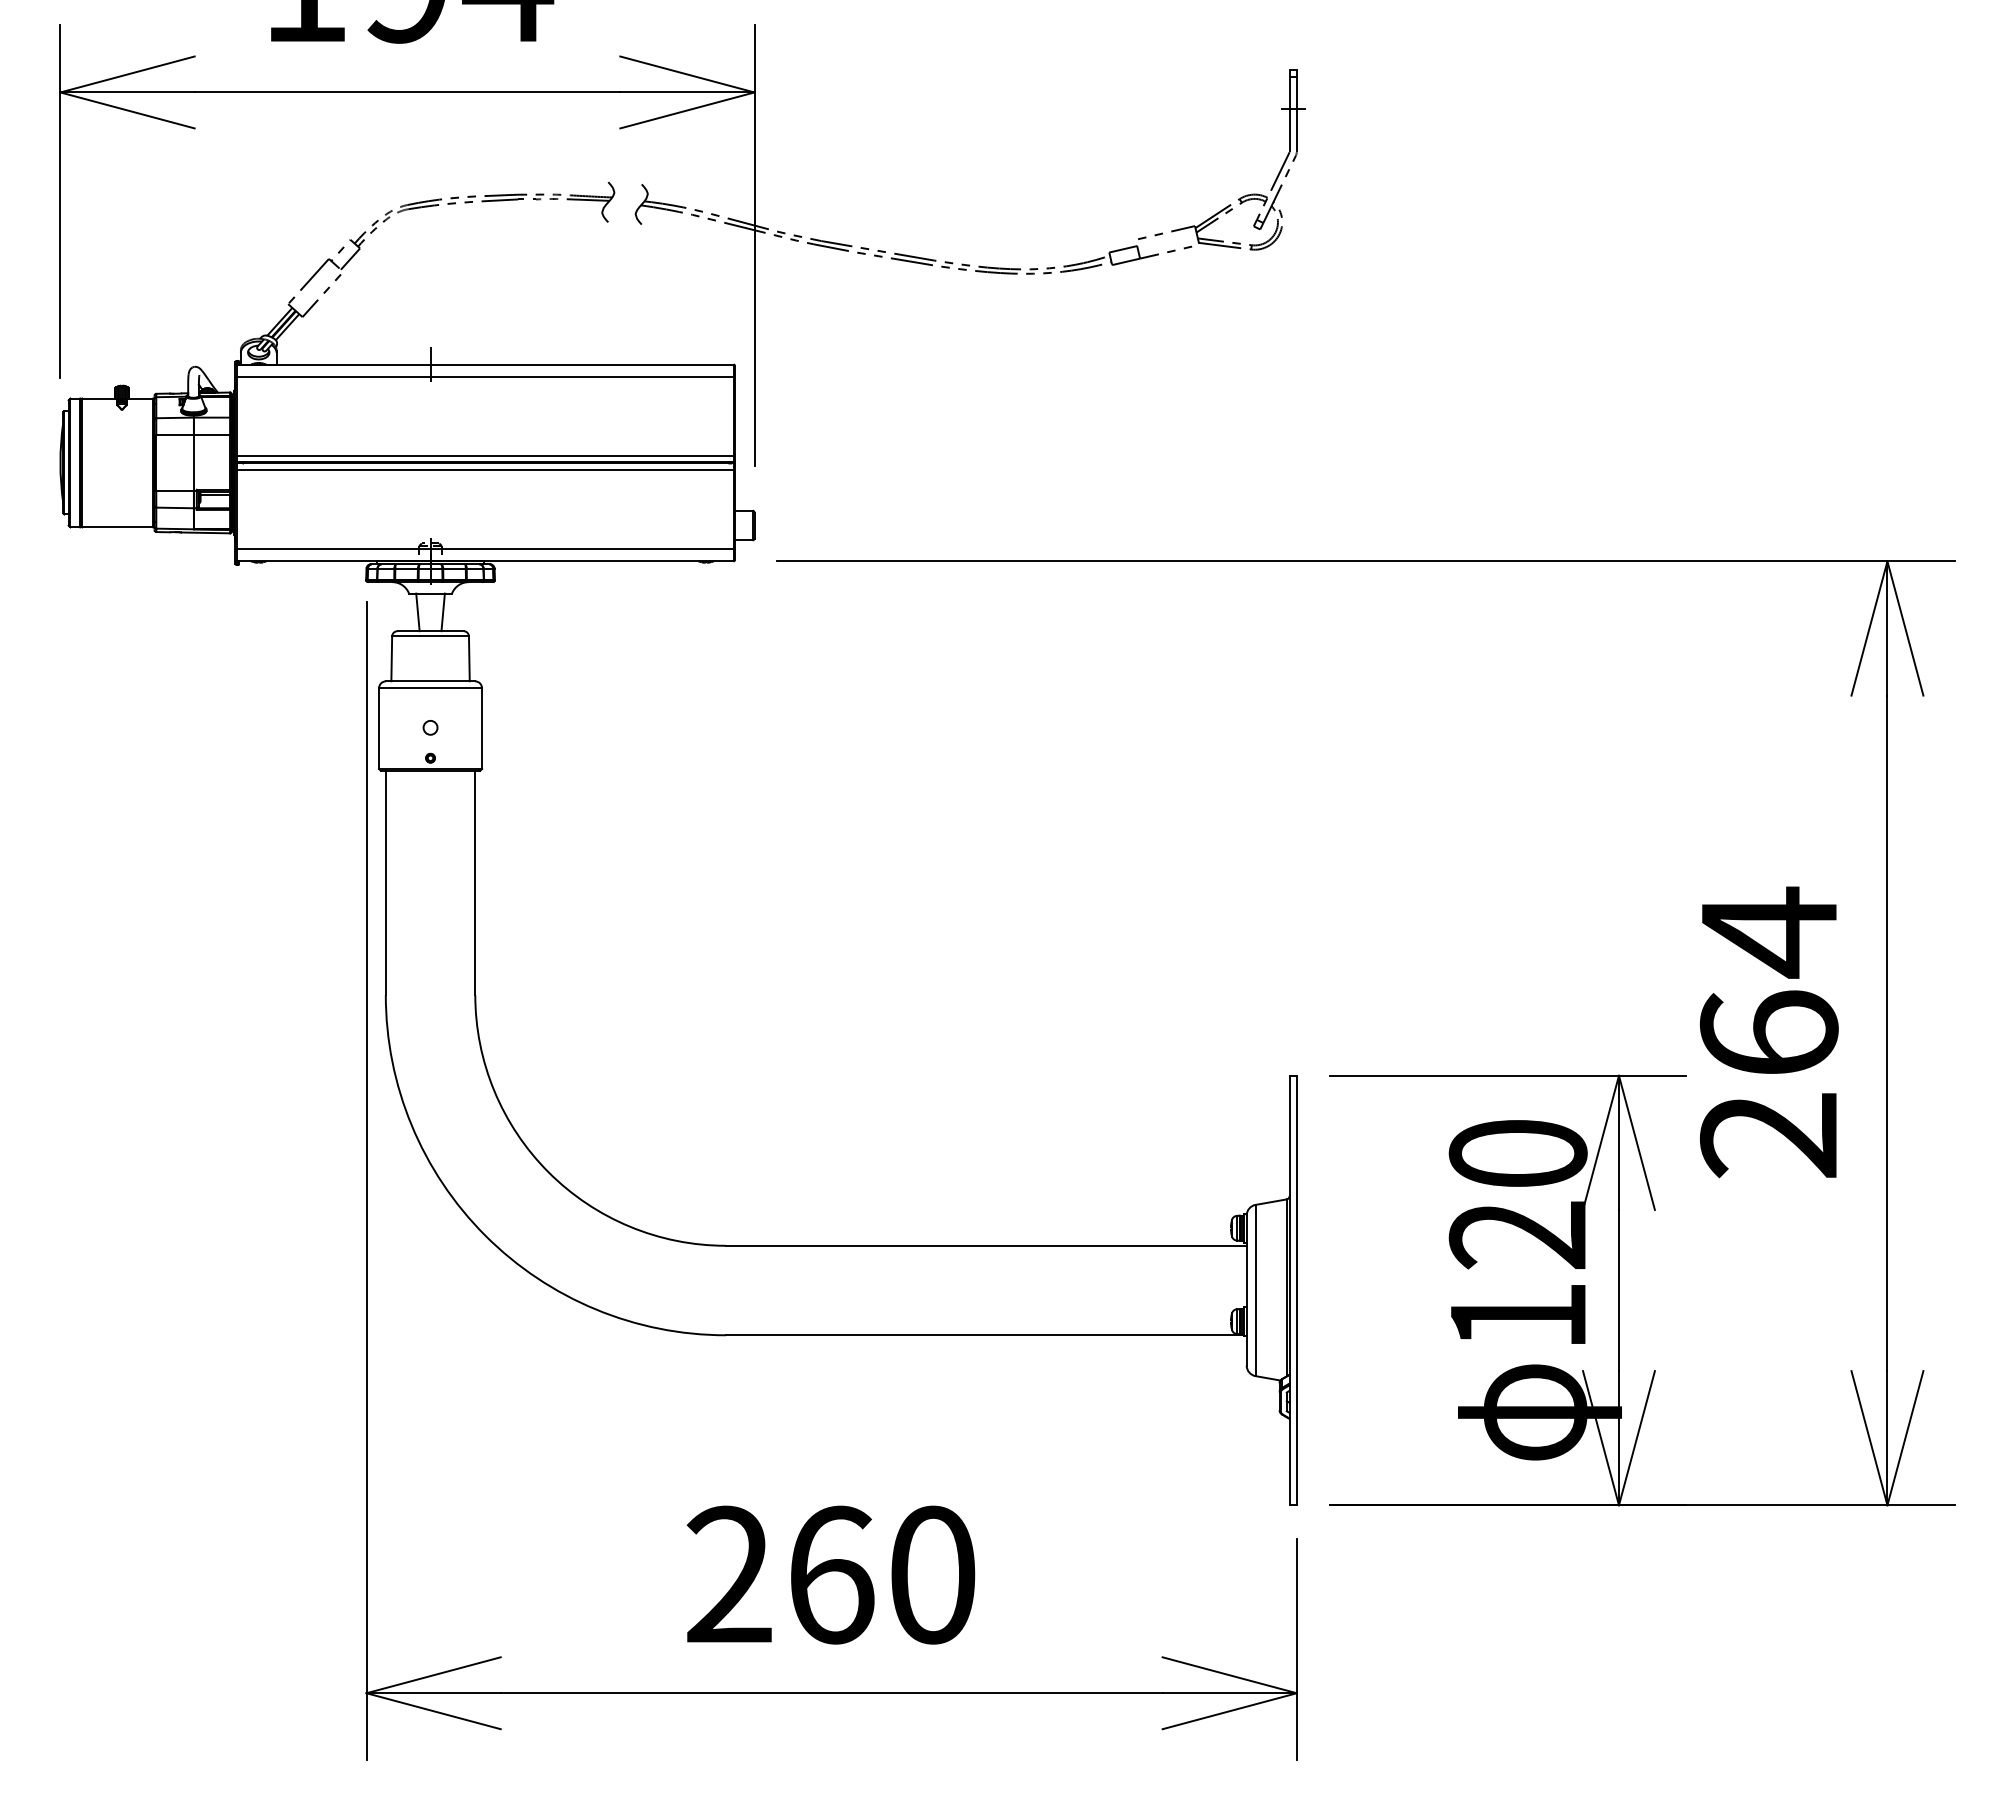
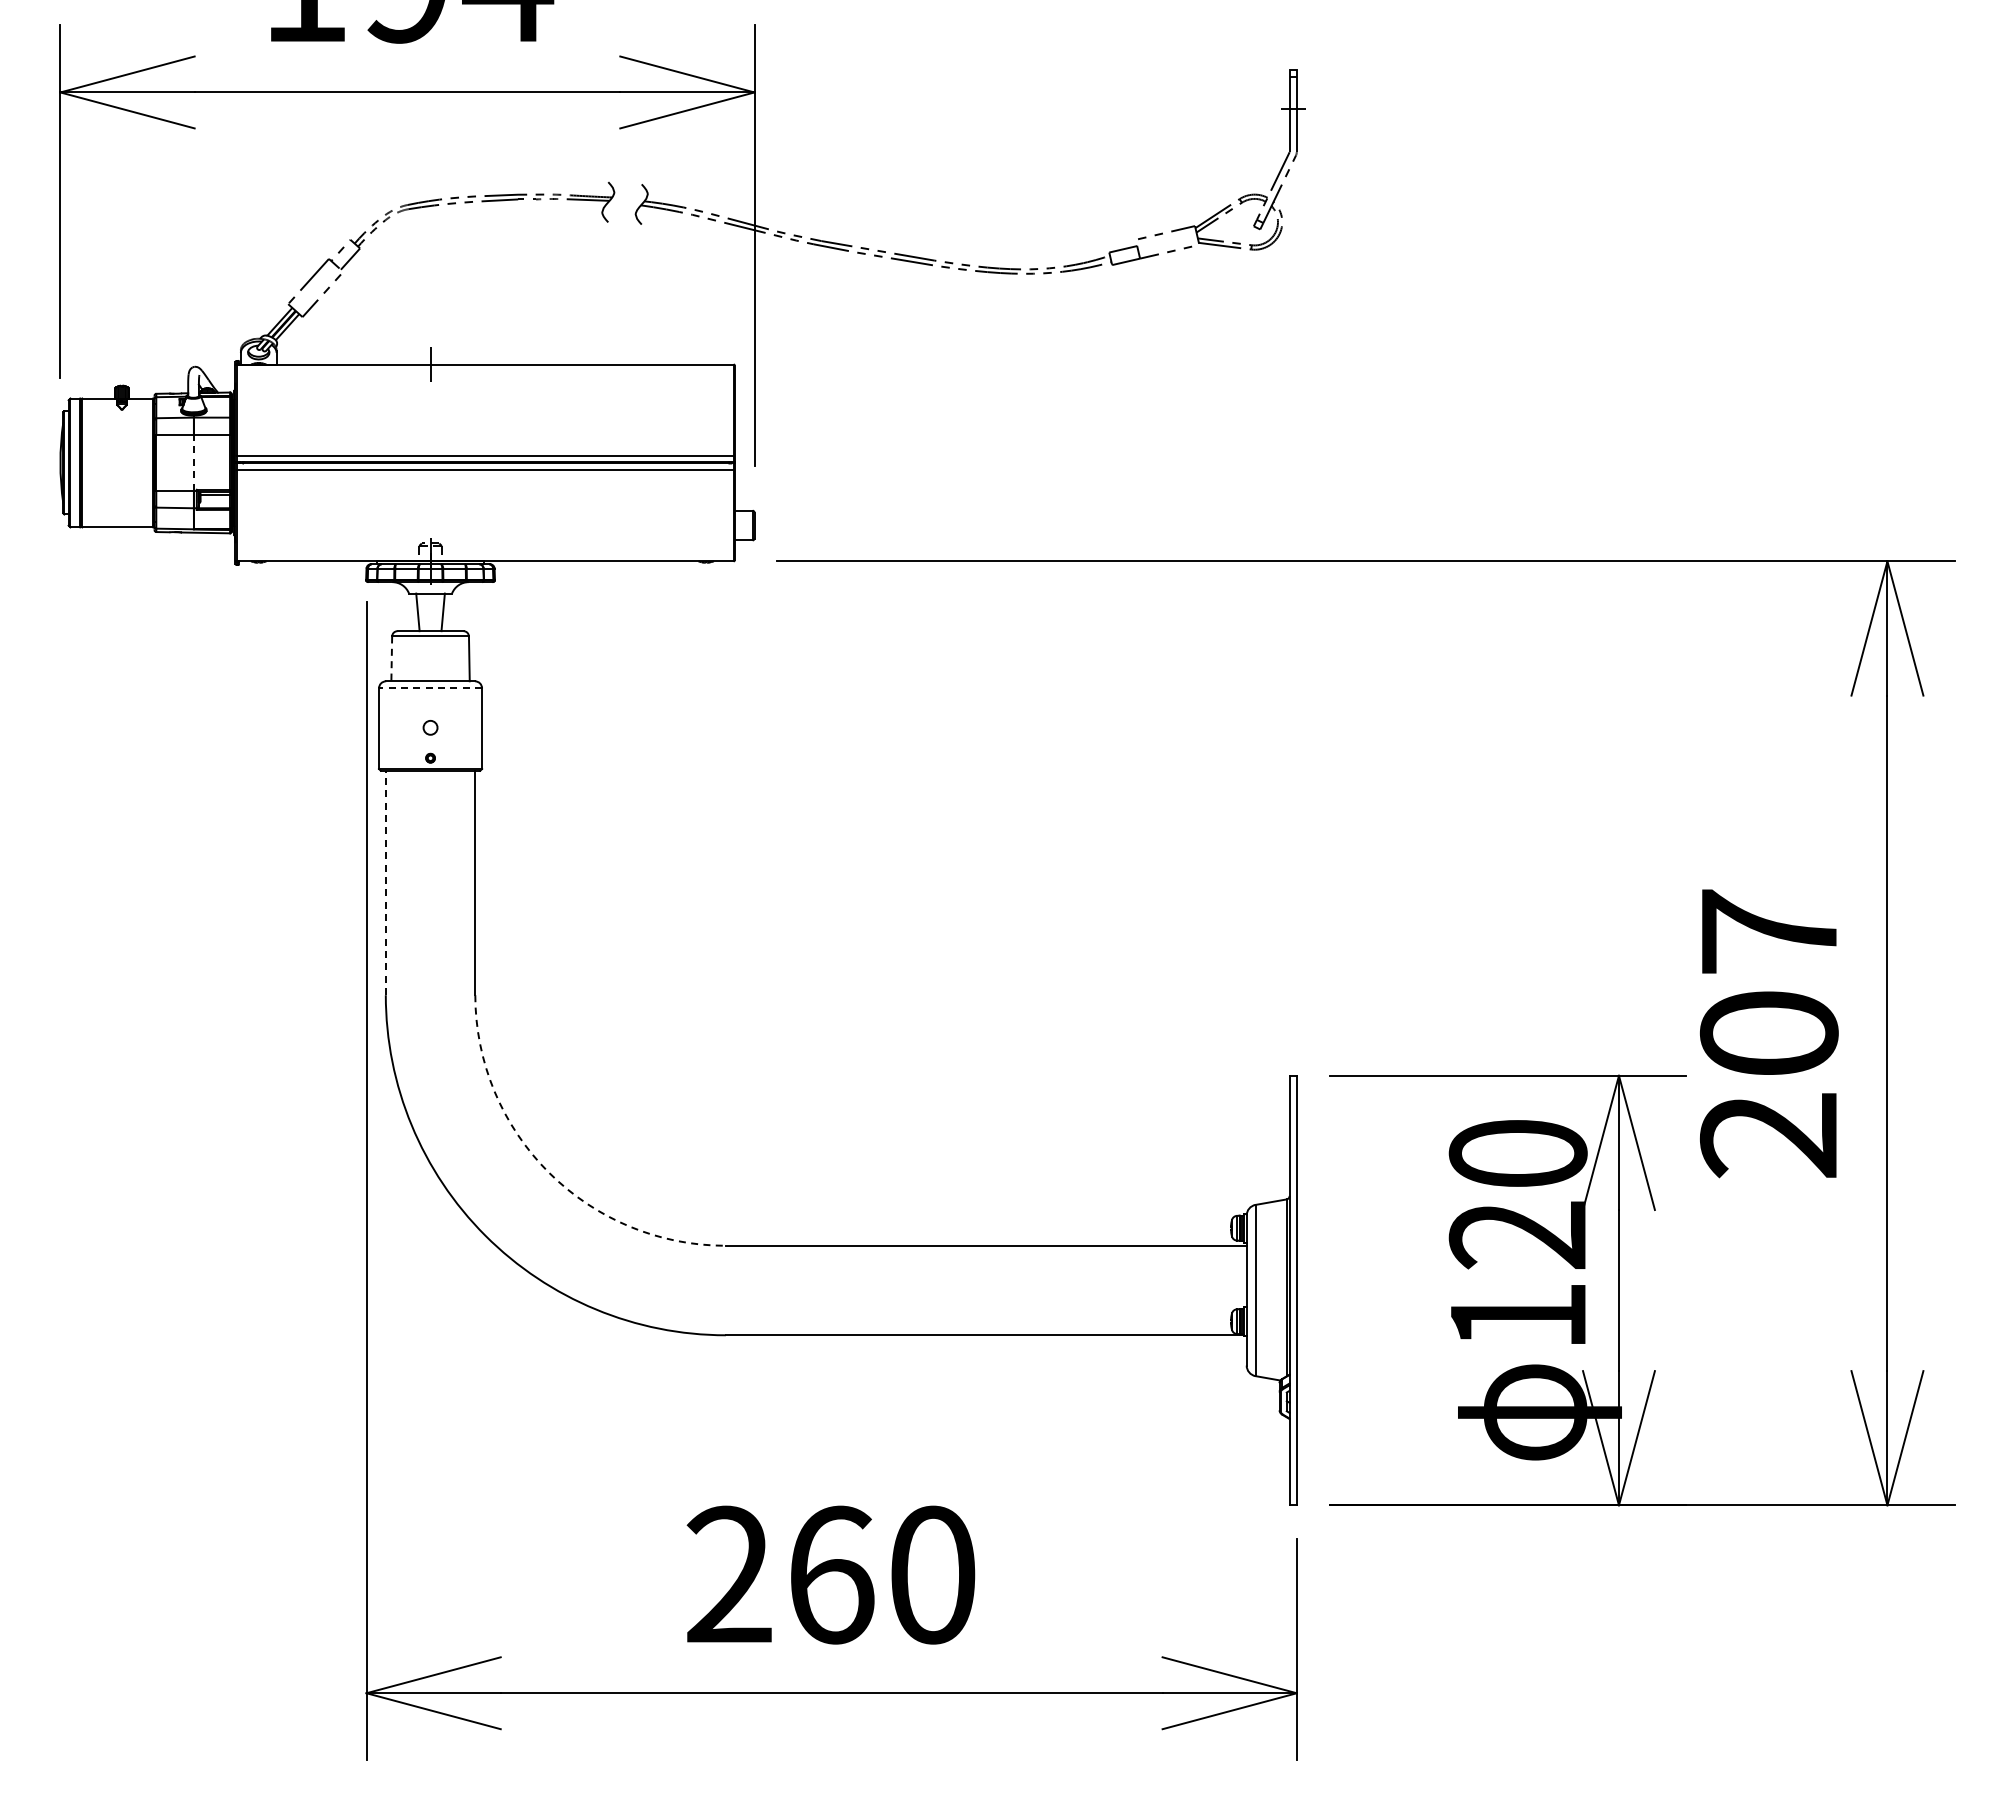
line at (484, 377): present -> none
line at (193, 462): solid -> dashed
line at (484, 548): present -> none
line at (391, 659): solid -> dashed
line at (430, 688): solid -> dashed
line at (385, 882): solid -> dashed
text at (1768, 980): 264 -> 207
arc at (548, 1172): solid -> dashed
